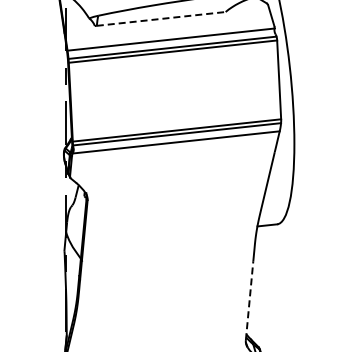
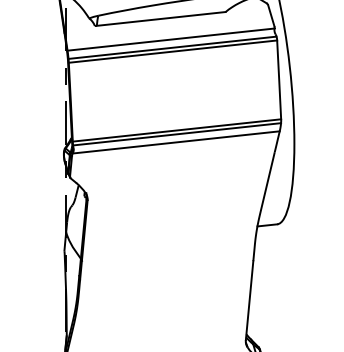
line at (161, 18): dashed -> solid
line at (249, 300): dashed -> solid
